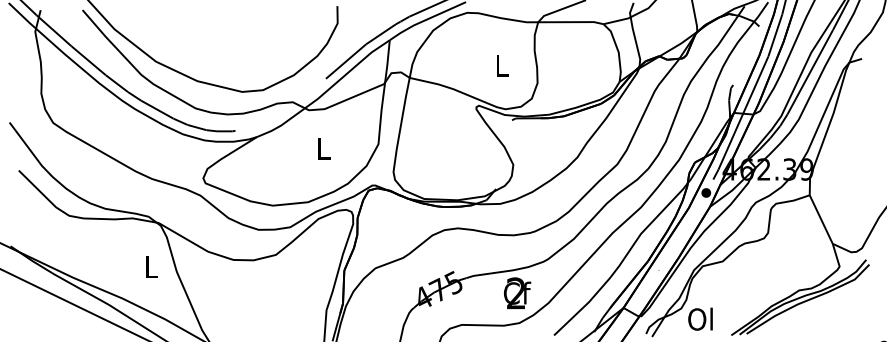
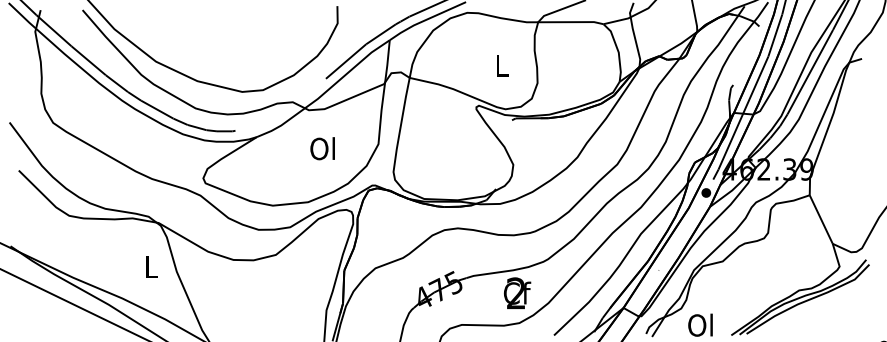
text at (322, 148): L -> Ol
text at (700, 318) position: (700, 318) -> (700, 324)
